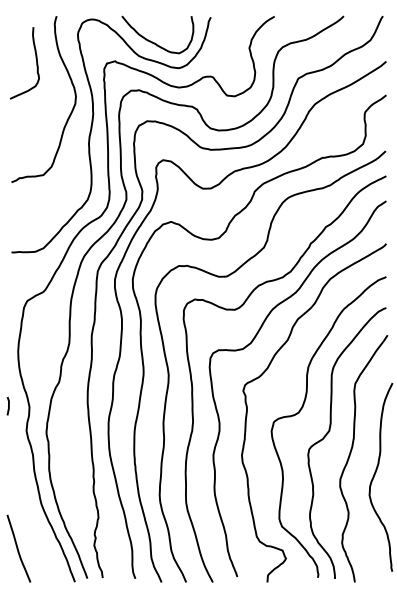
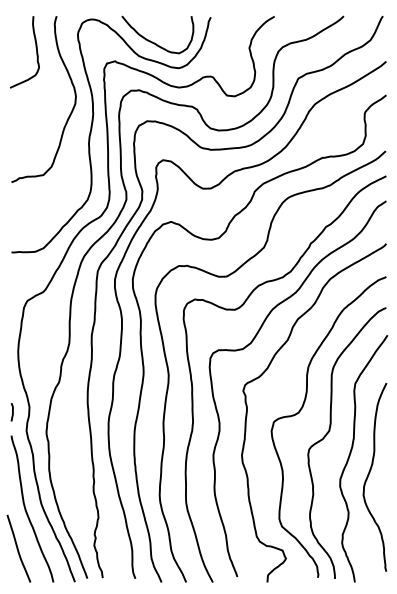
curve at (36, 63) position: (36, 63) -> (36, 52)
line at (8, 406) position: (8, 406) -> (12, 412)
curve at (375, 475) position: (375, 475) -> (369, 475)
curve at (27, 511): none -> present
